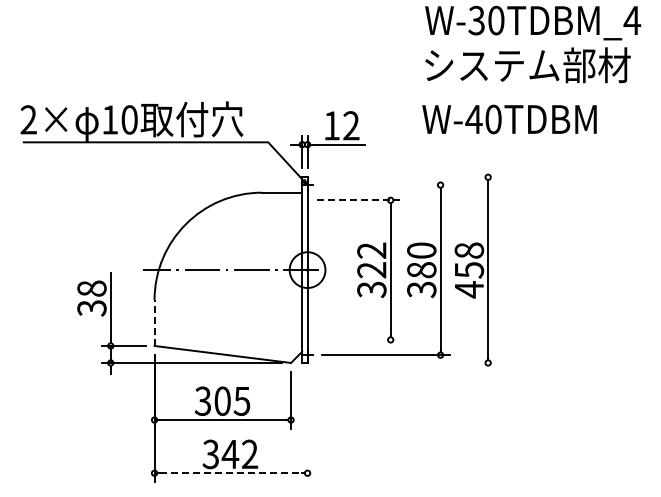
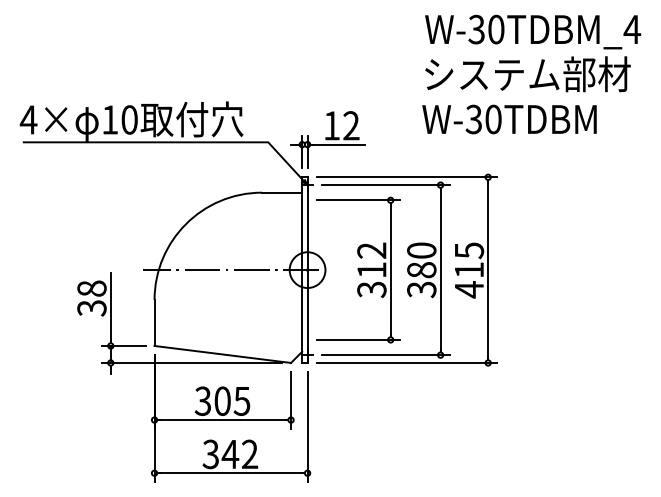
text at (533, 44) position: (533, 44) -> (533, 53)
text at (28, 119): 2× -> 4×
text at (473, 119): W-40TDBM -> W-30TDBM
line at (406, 177): none -> present
line at (385, 185): none -> present
line at (358, 200): dashed -> solid
text at (469, 260): 458 -> 415
text at (371, 270): 322 -> 312
line at (154, 323): dashed -> solid
line at (357, 339): none -> present
line at (406, 362): none -> present
line at (307, 426): none -> present
line at (231, 473): dashed -> solid
